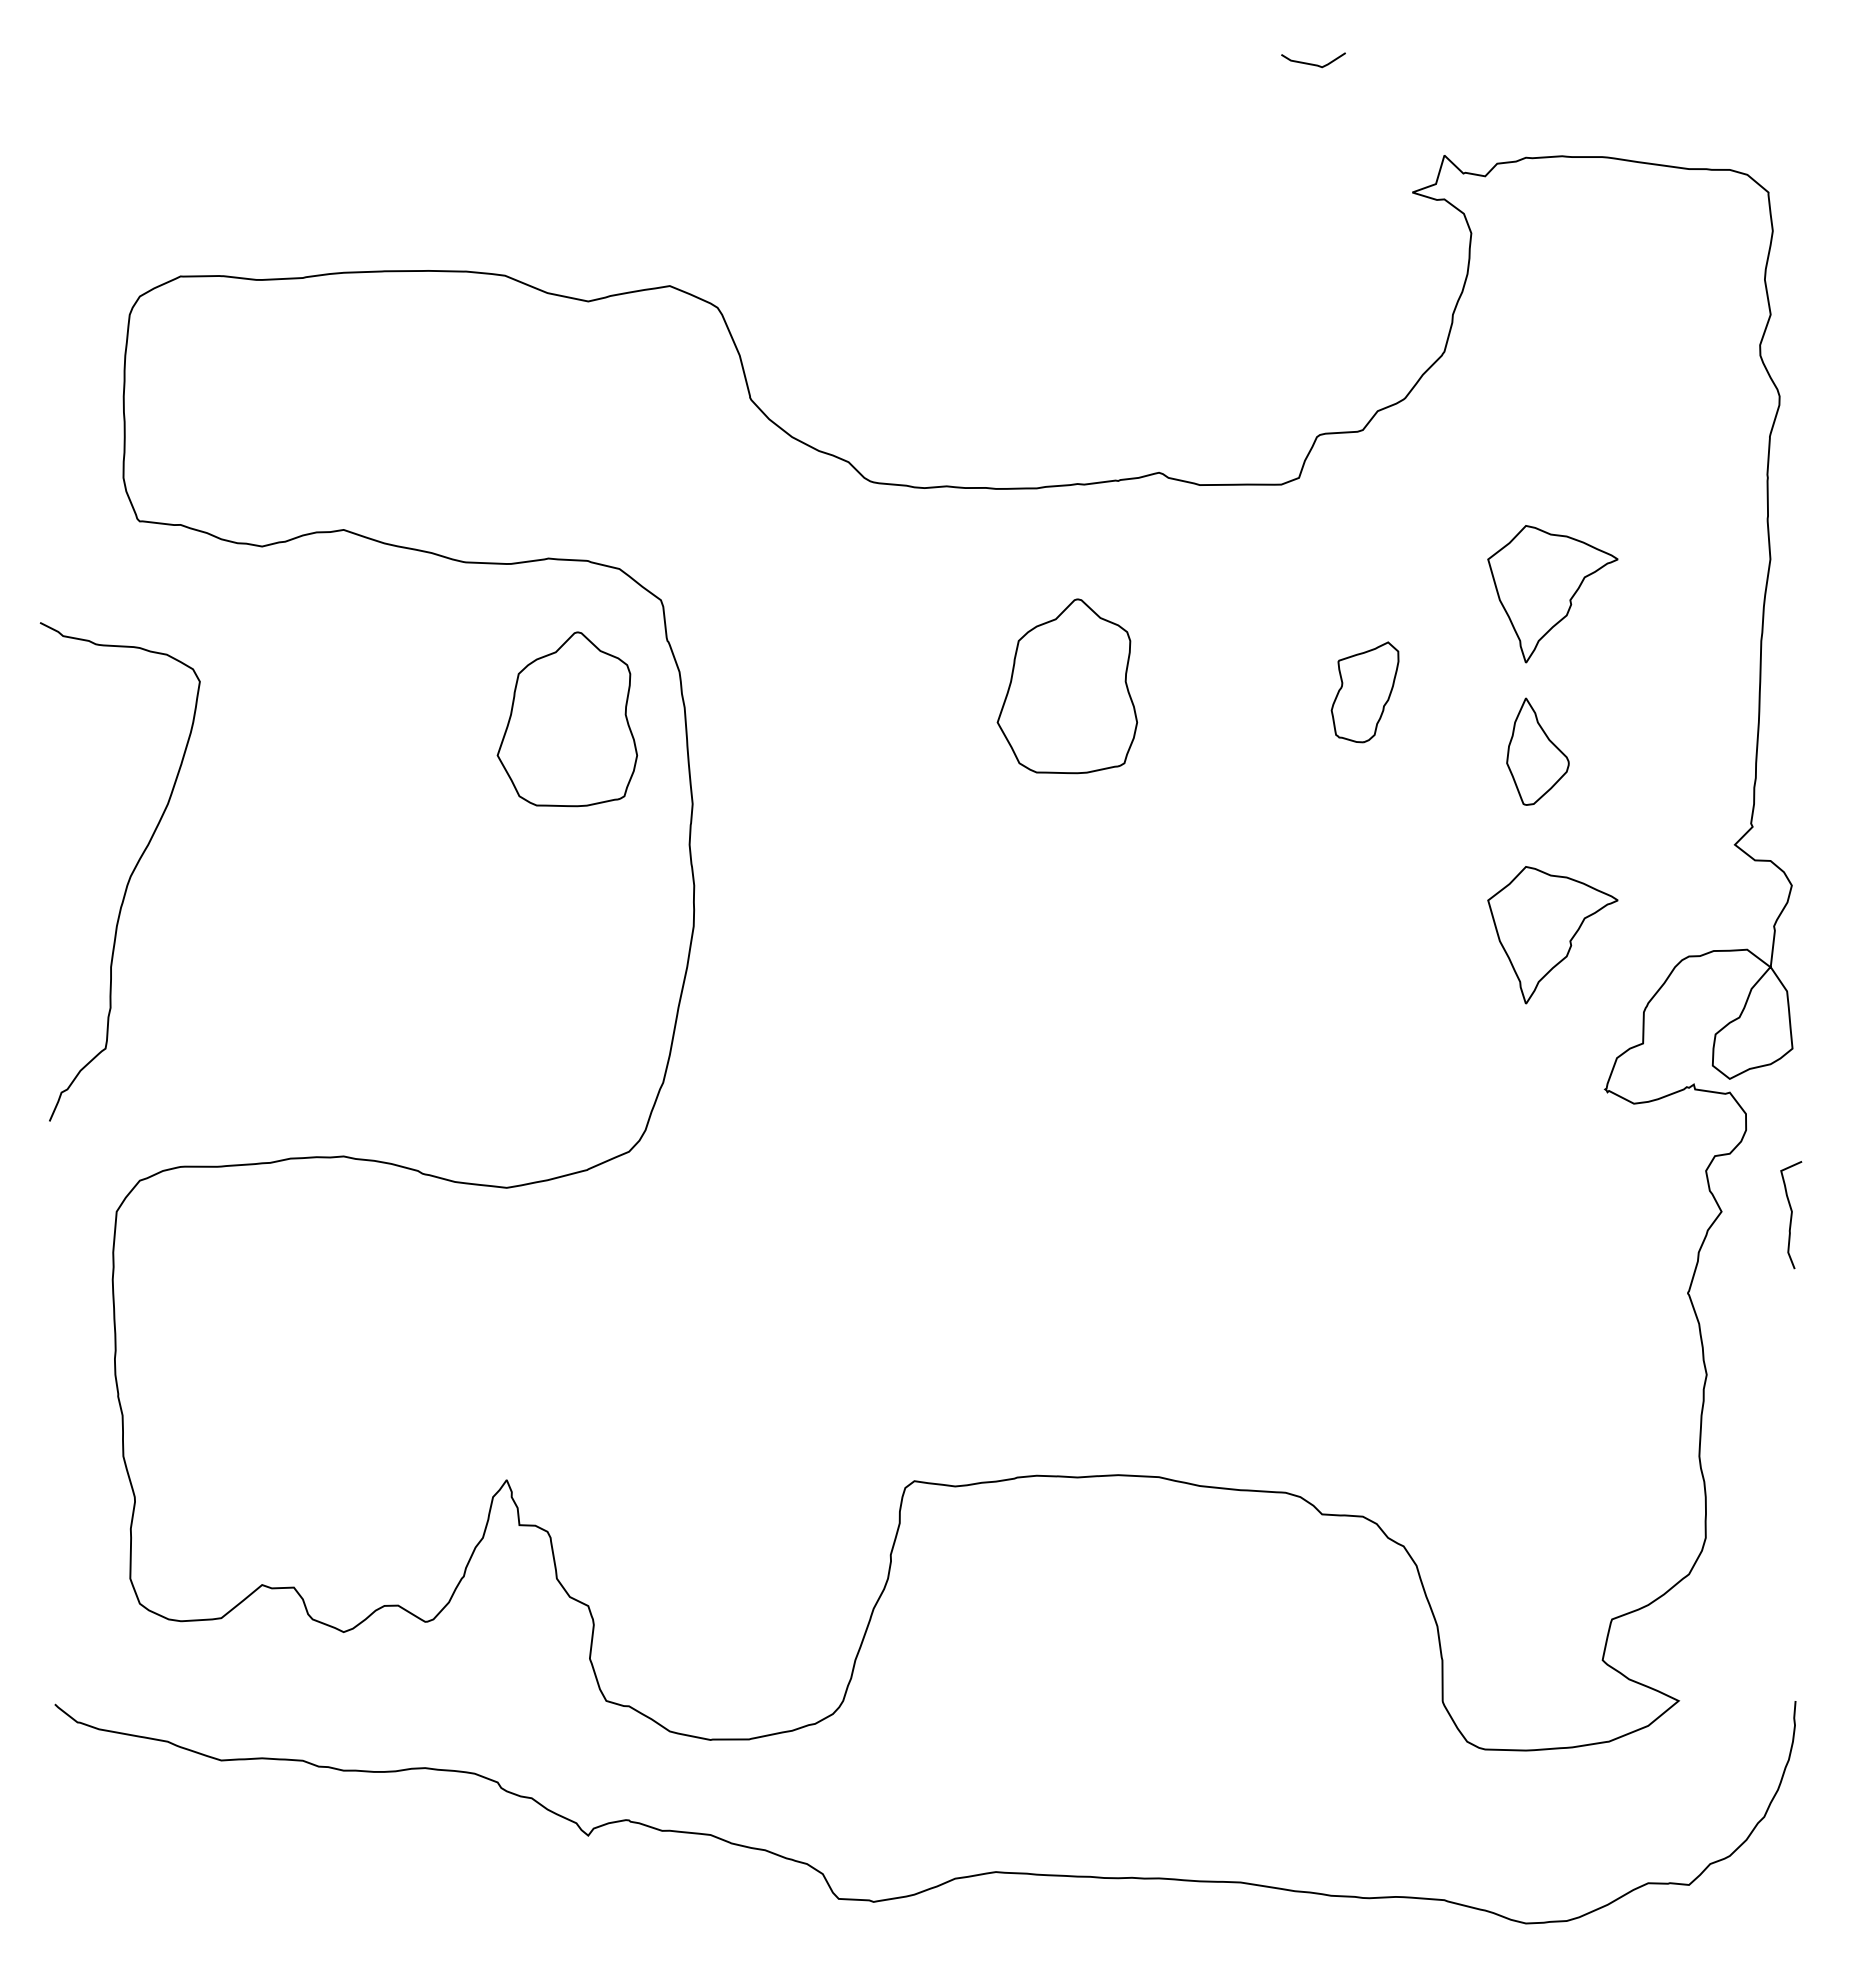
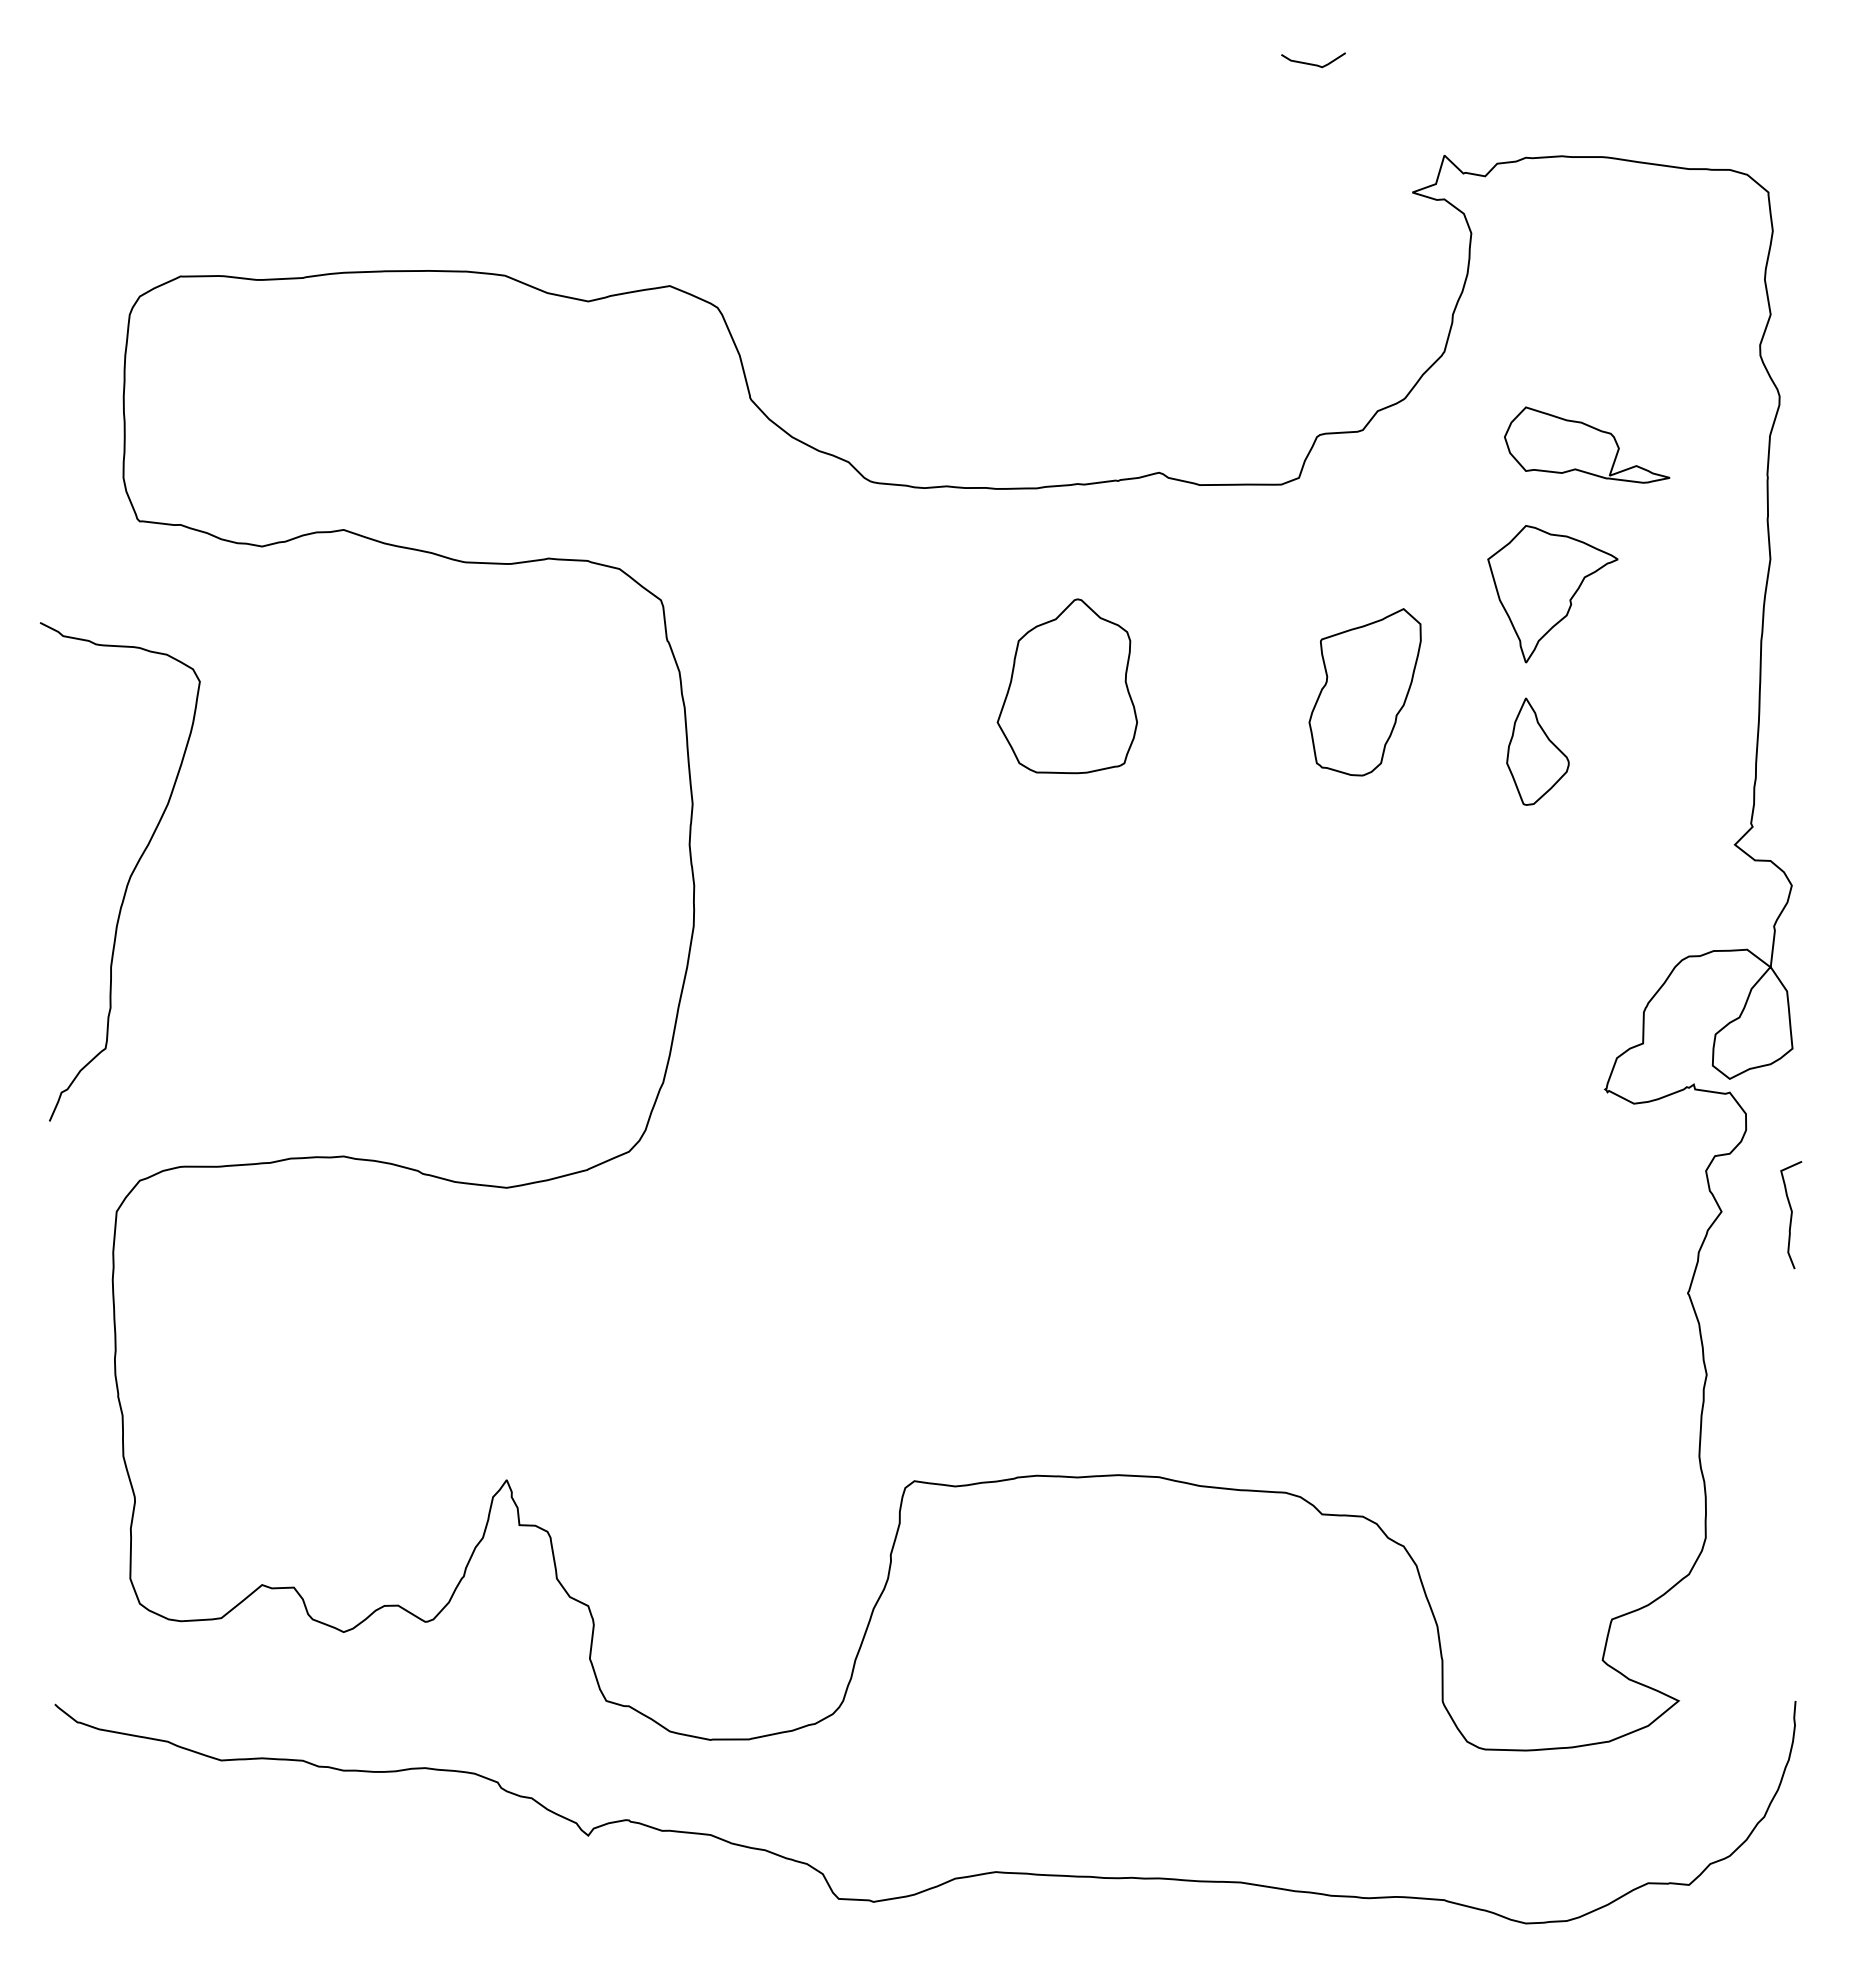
part at (1587, 444): none -> present
part at (1364, 692) size: 70x103 px -> 114x169 px
part at (567, 719): present -> none
part at (1552, 935): present -> none
